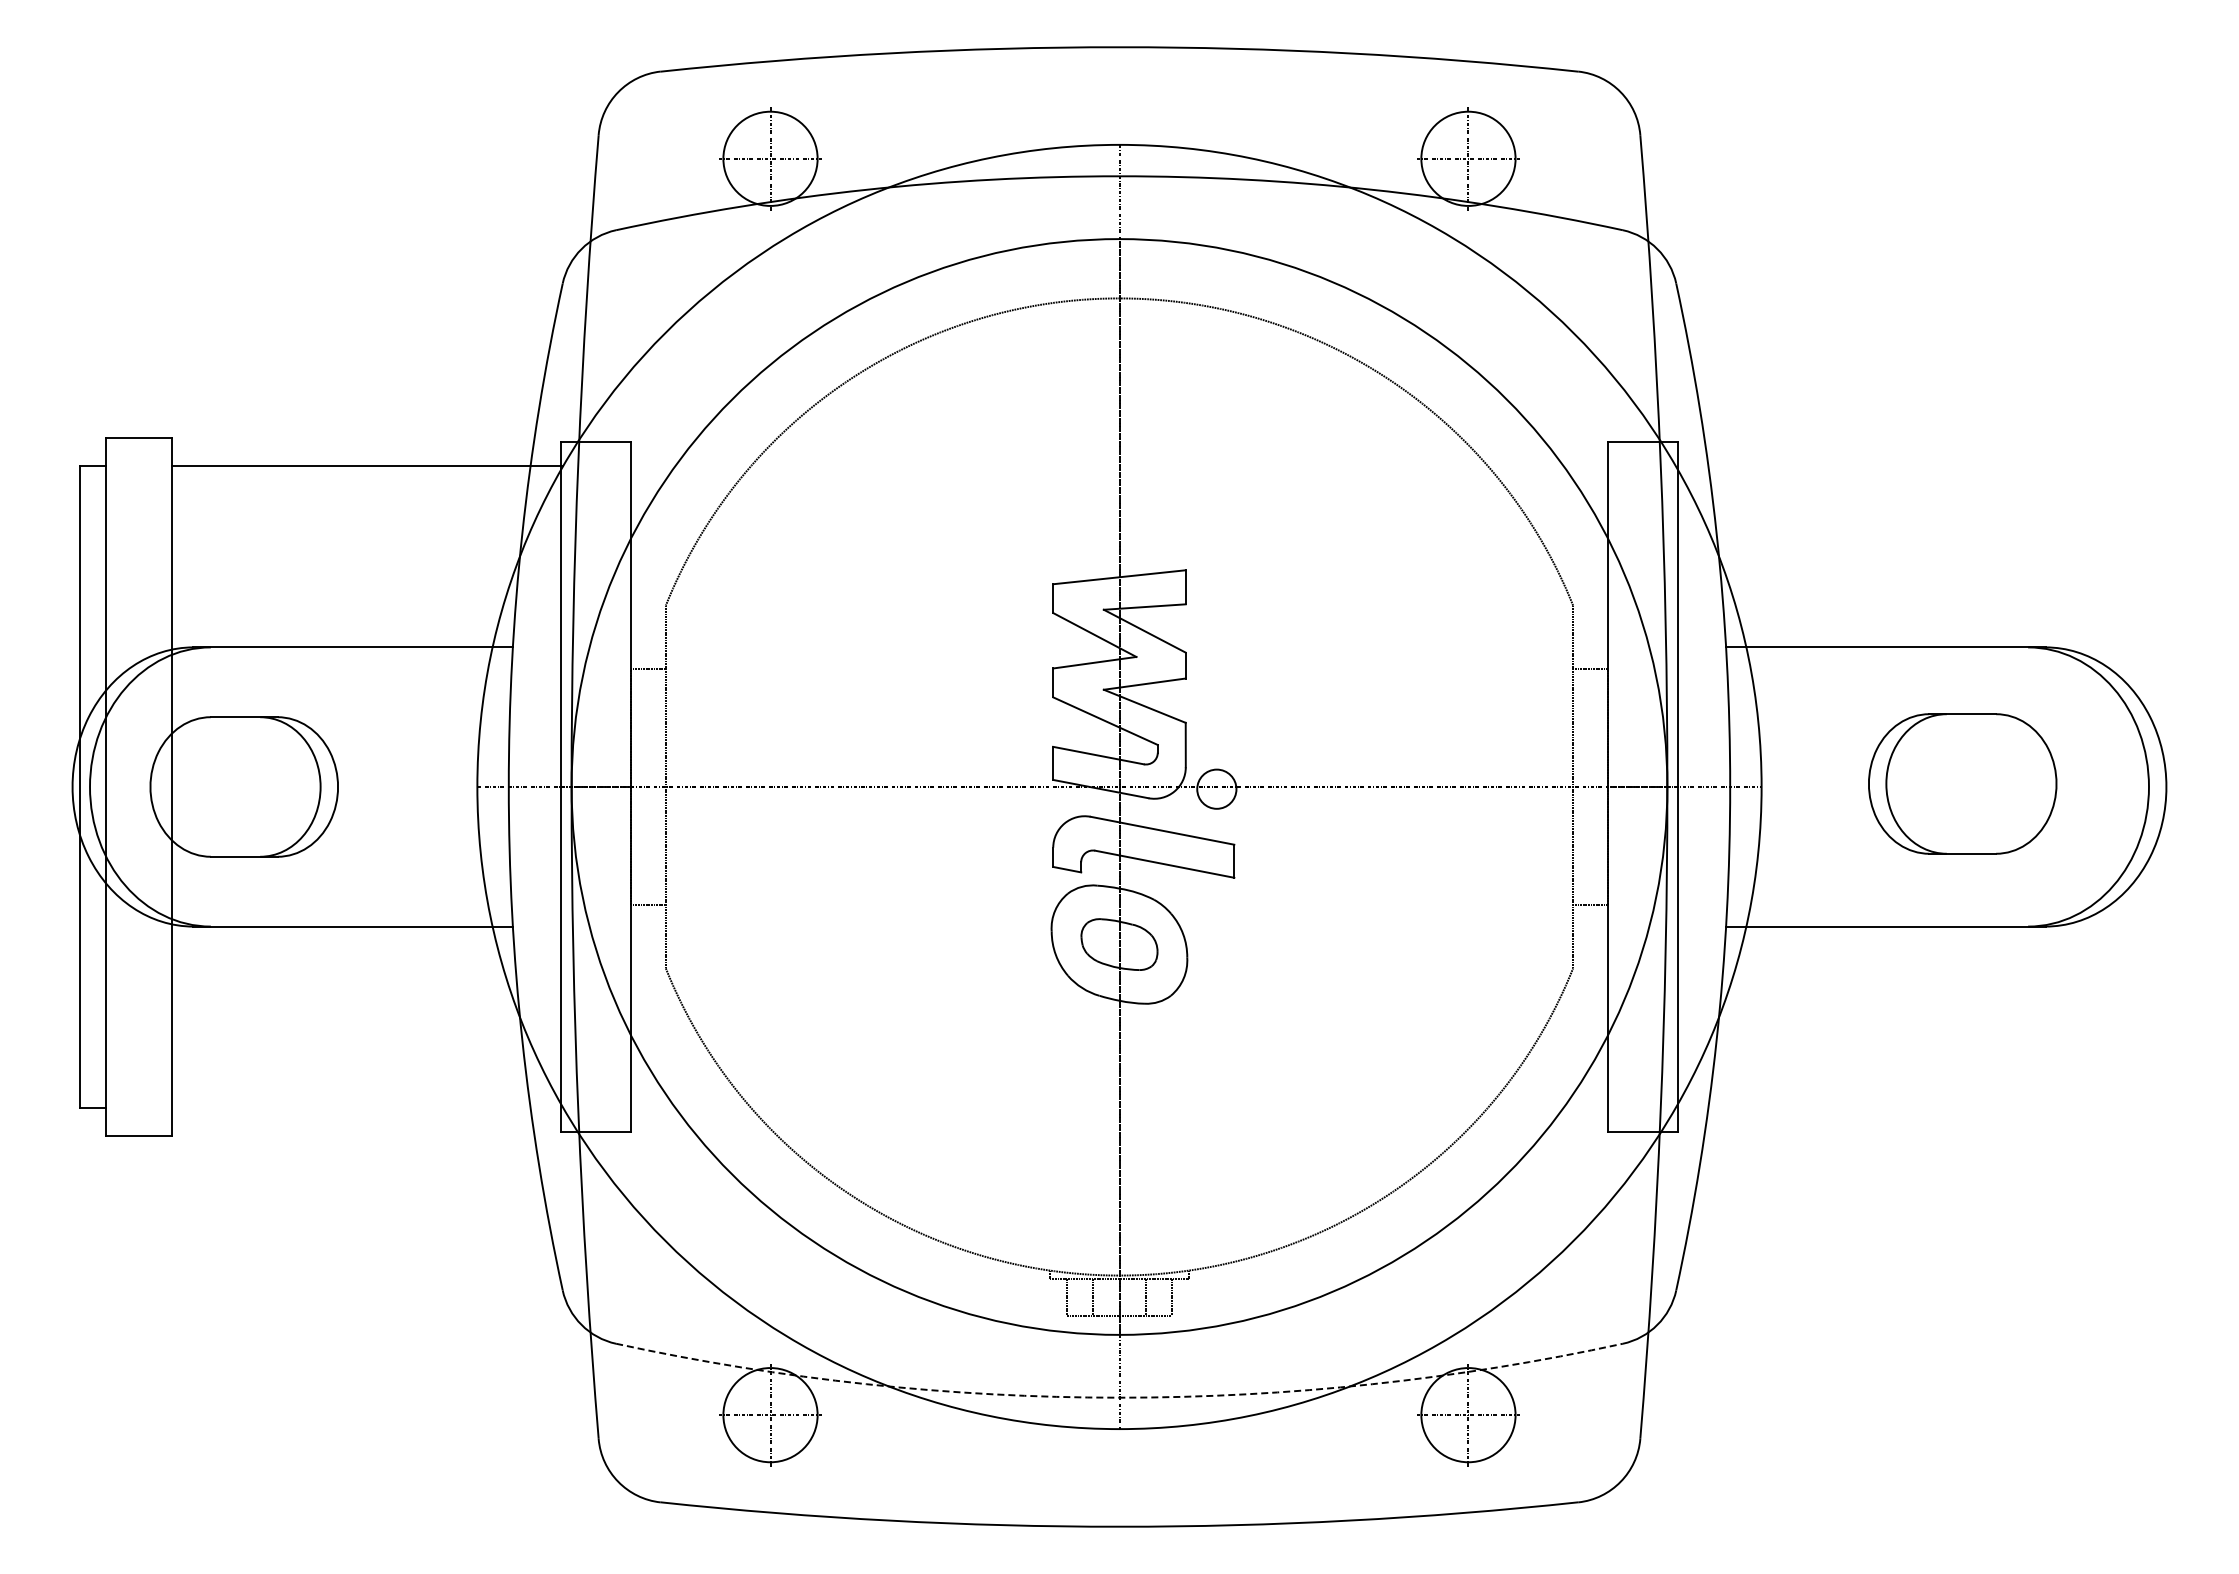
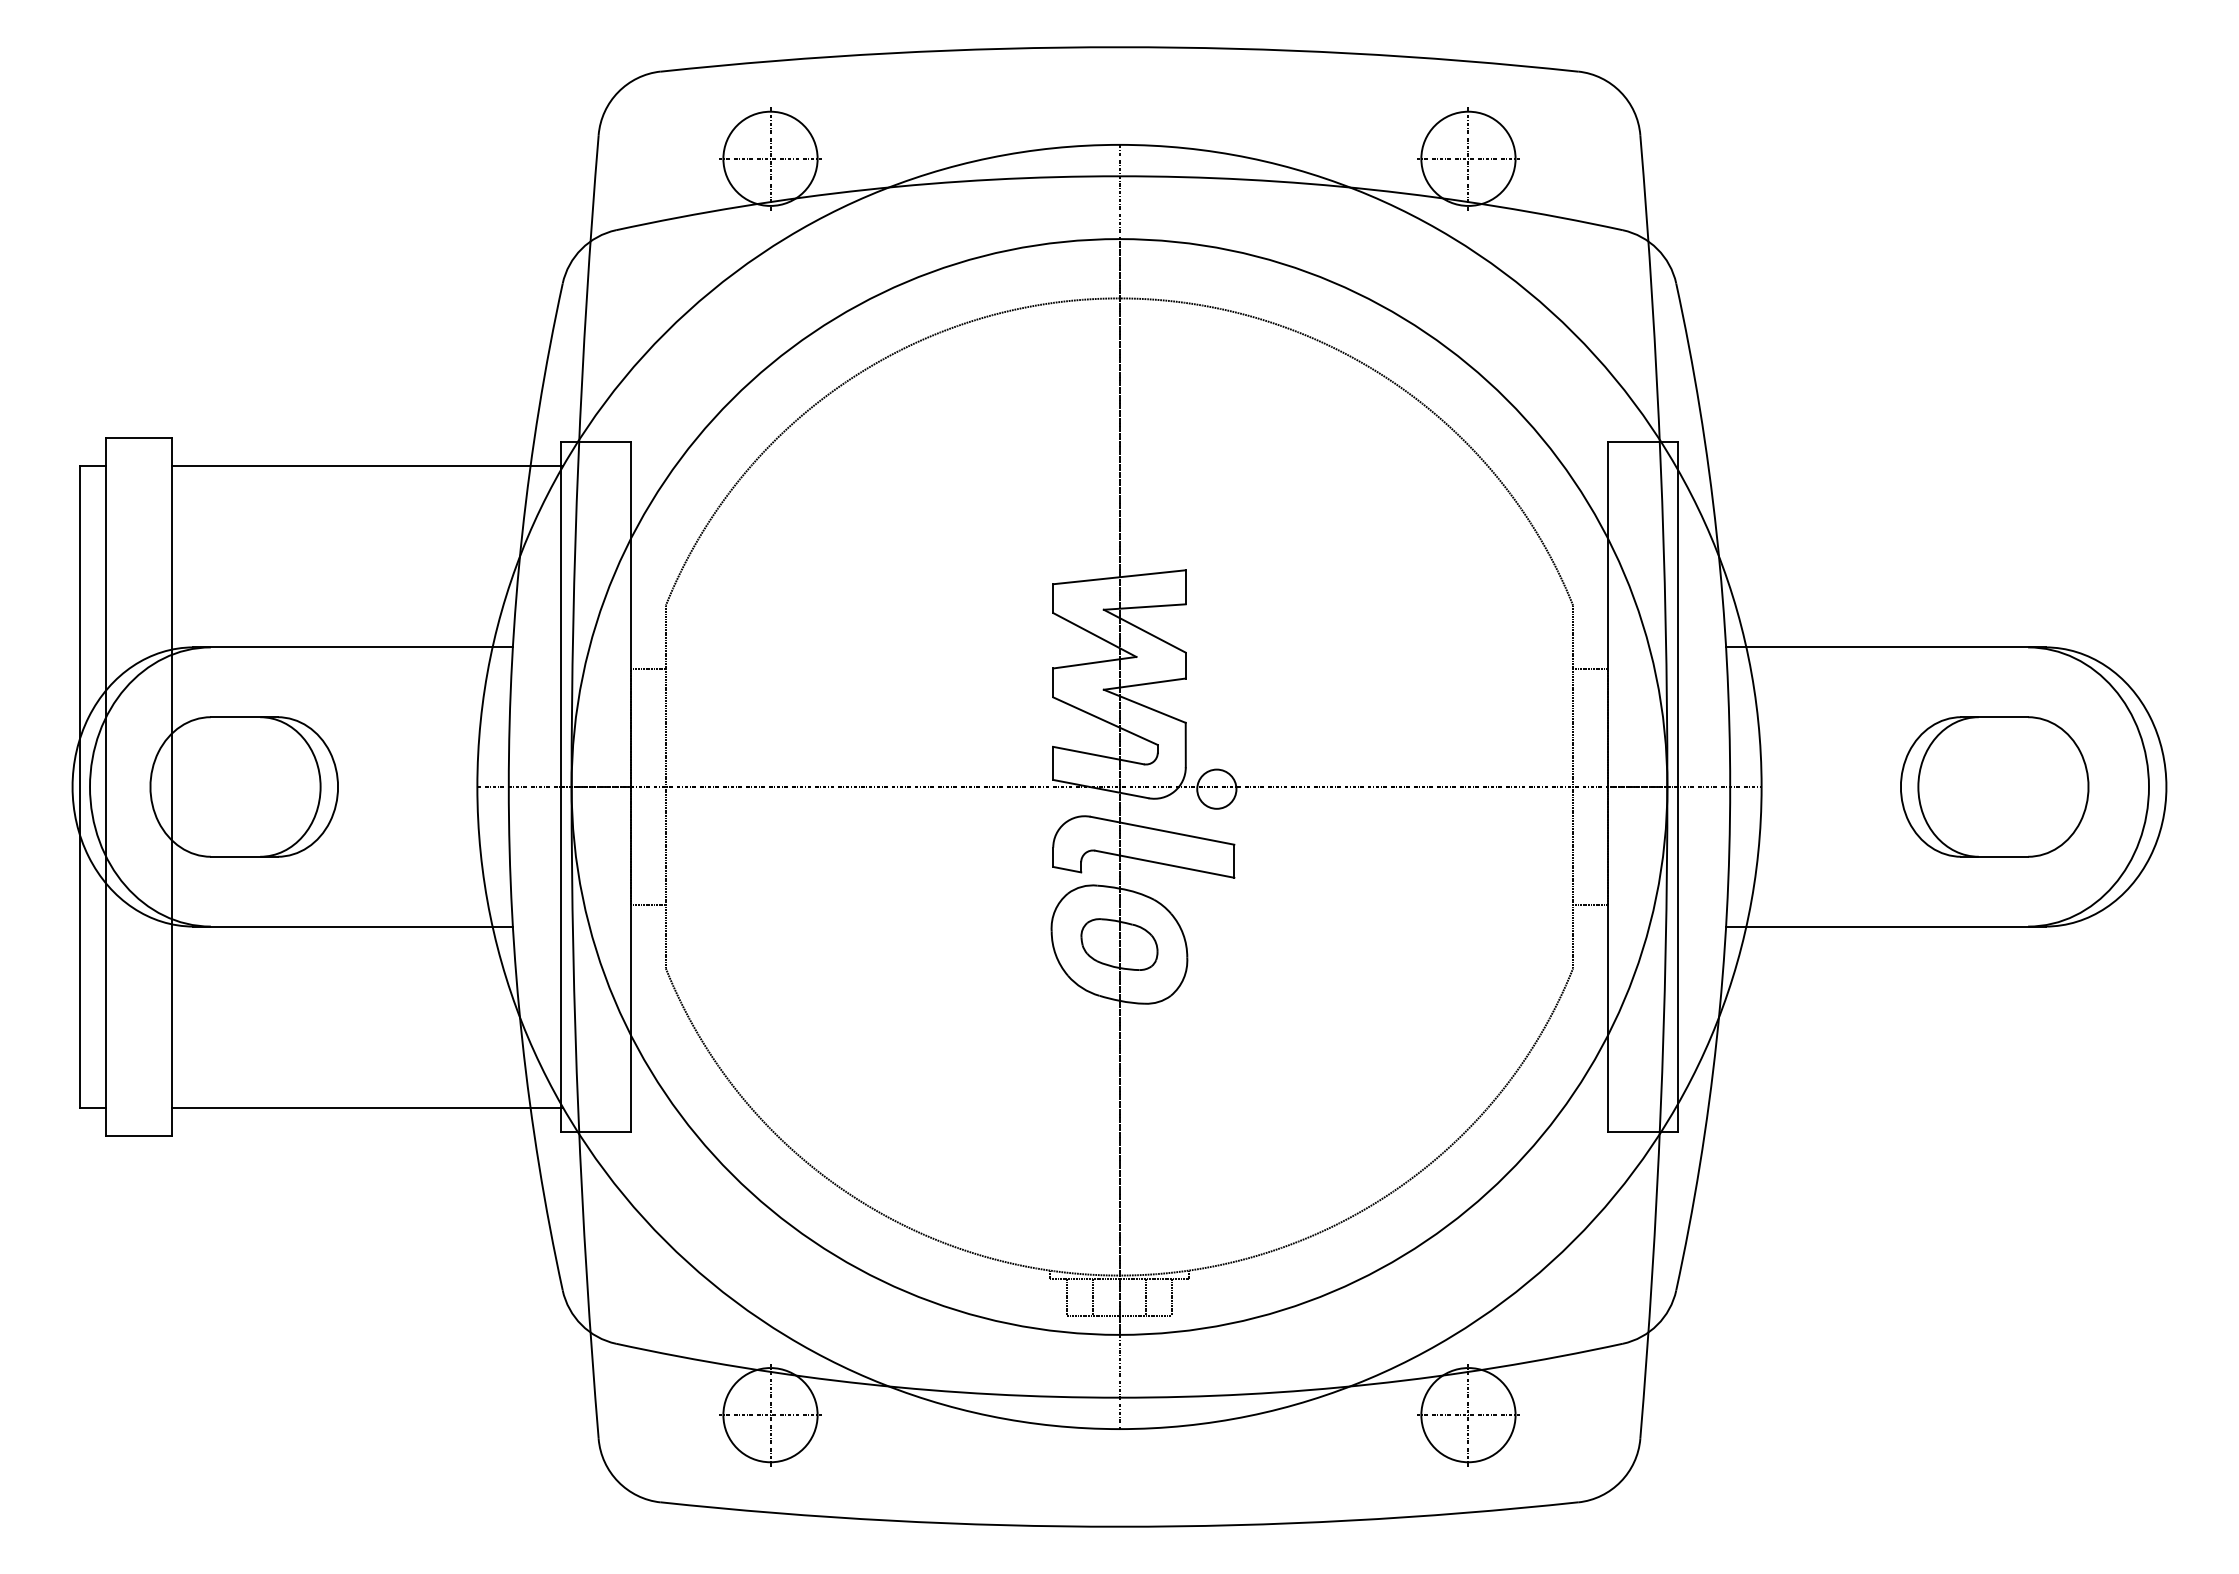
part at (1962, 783) position: (1962, 783) -> (1994, 786)
line at (367, 1108): none -> present
arc at (1119, 1397): dashed -> solid
